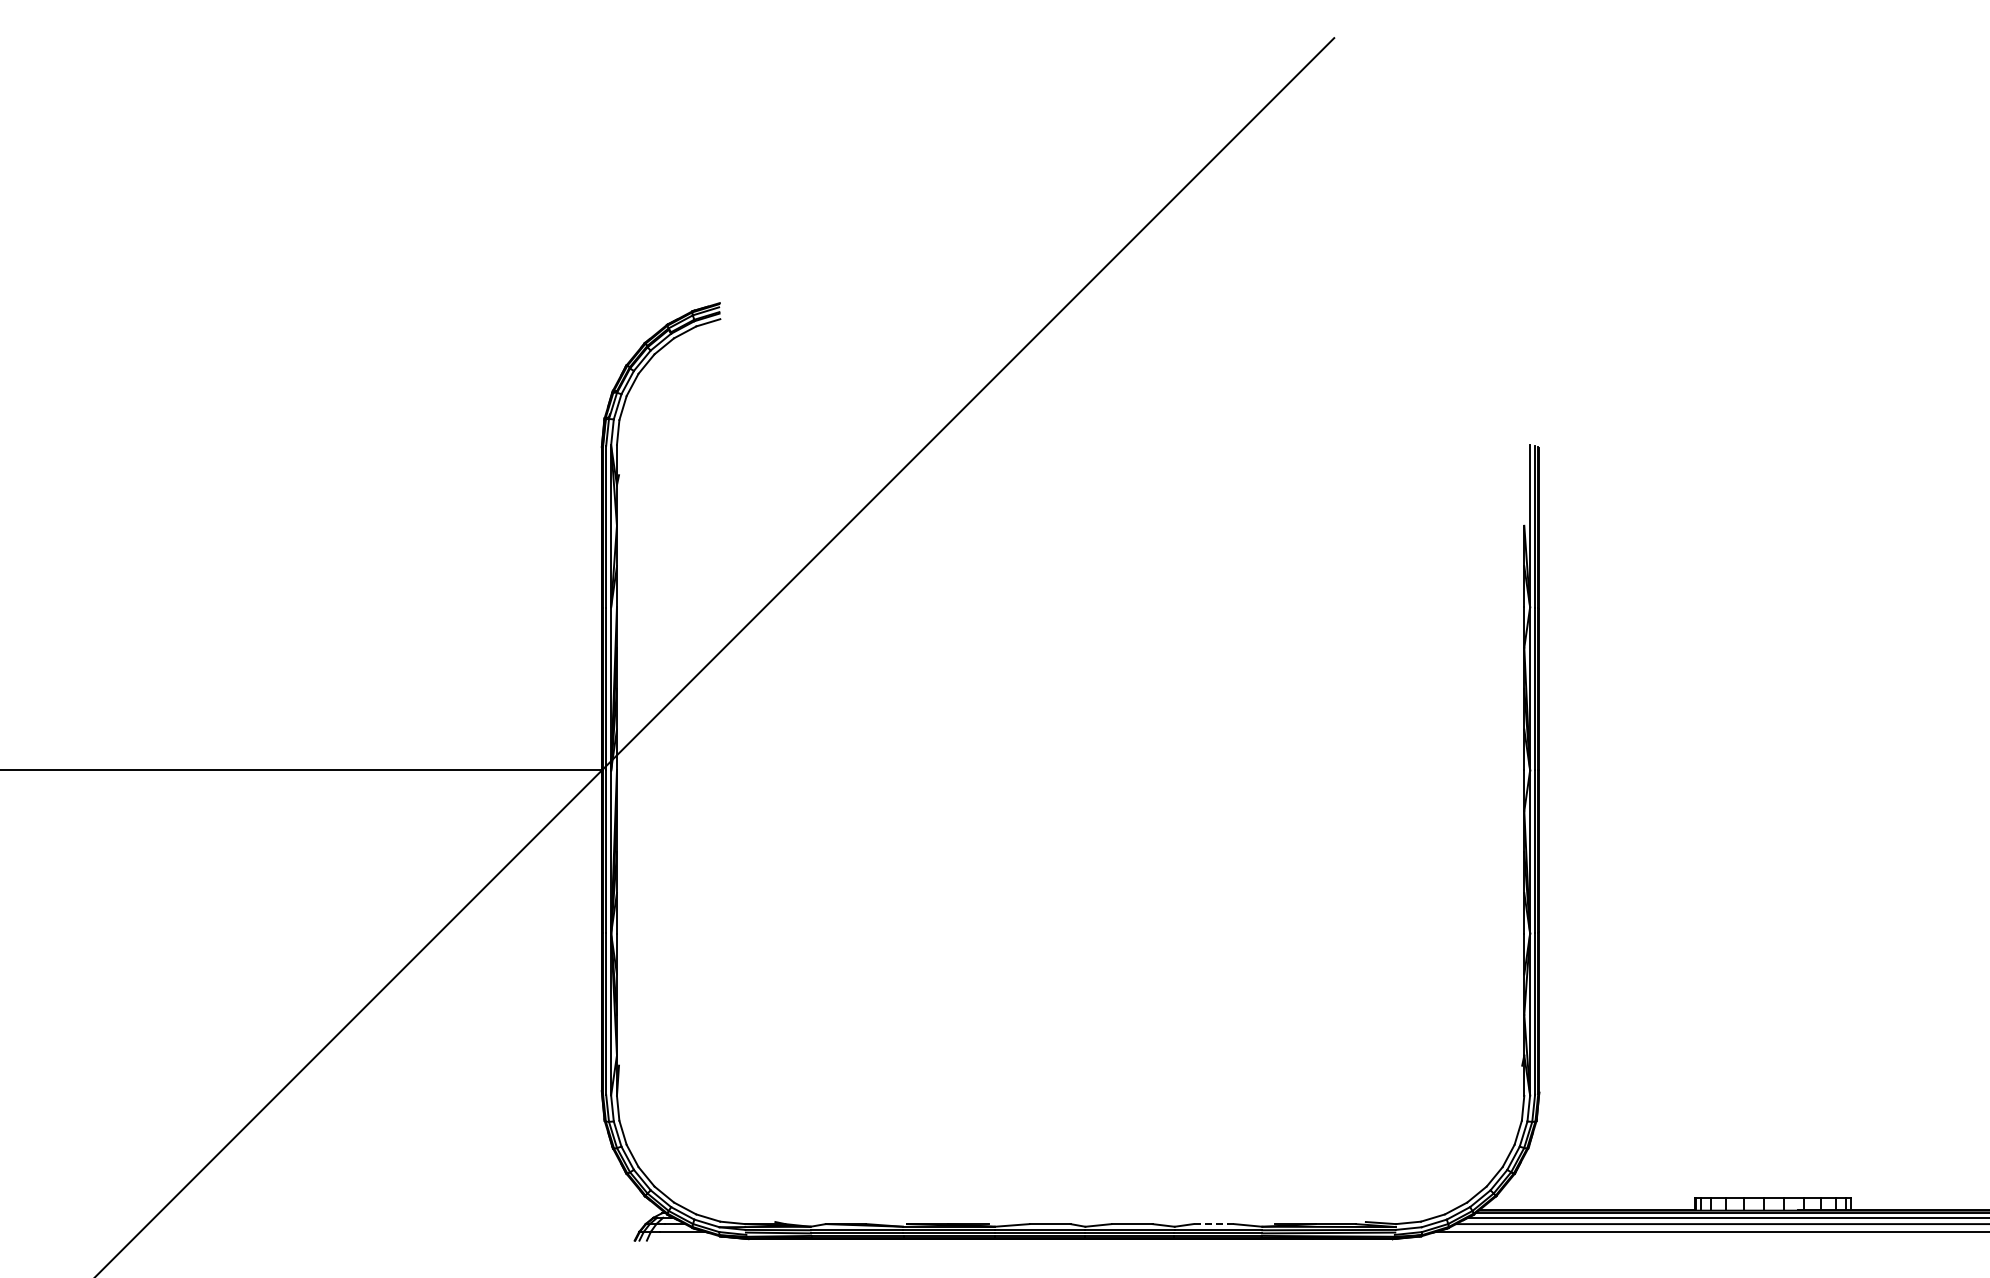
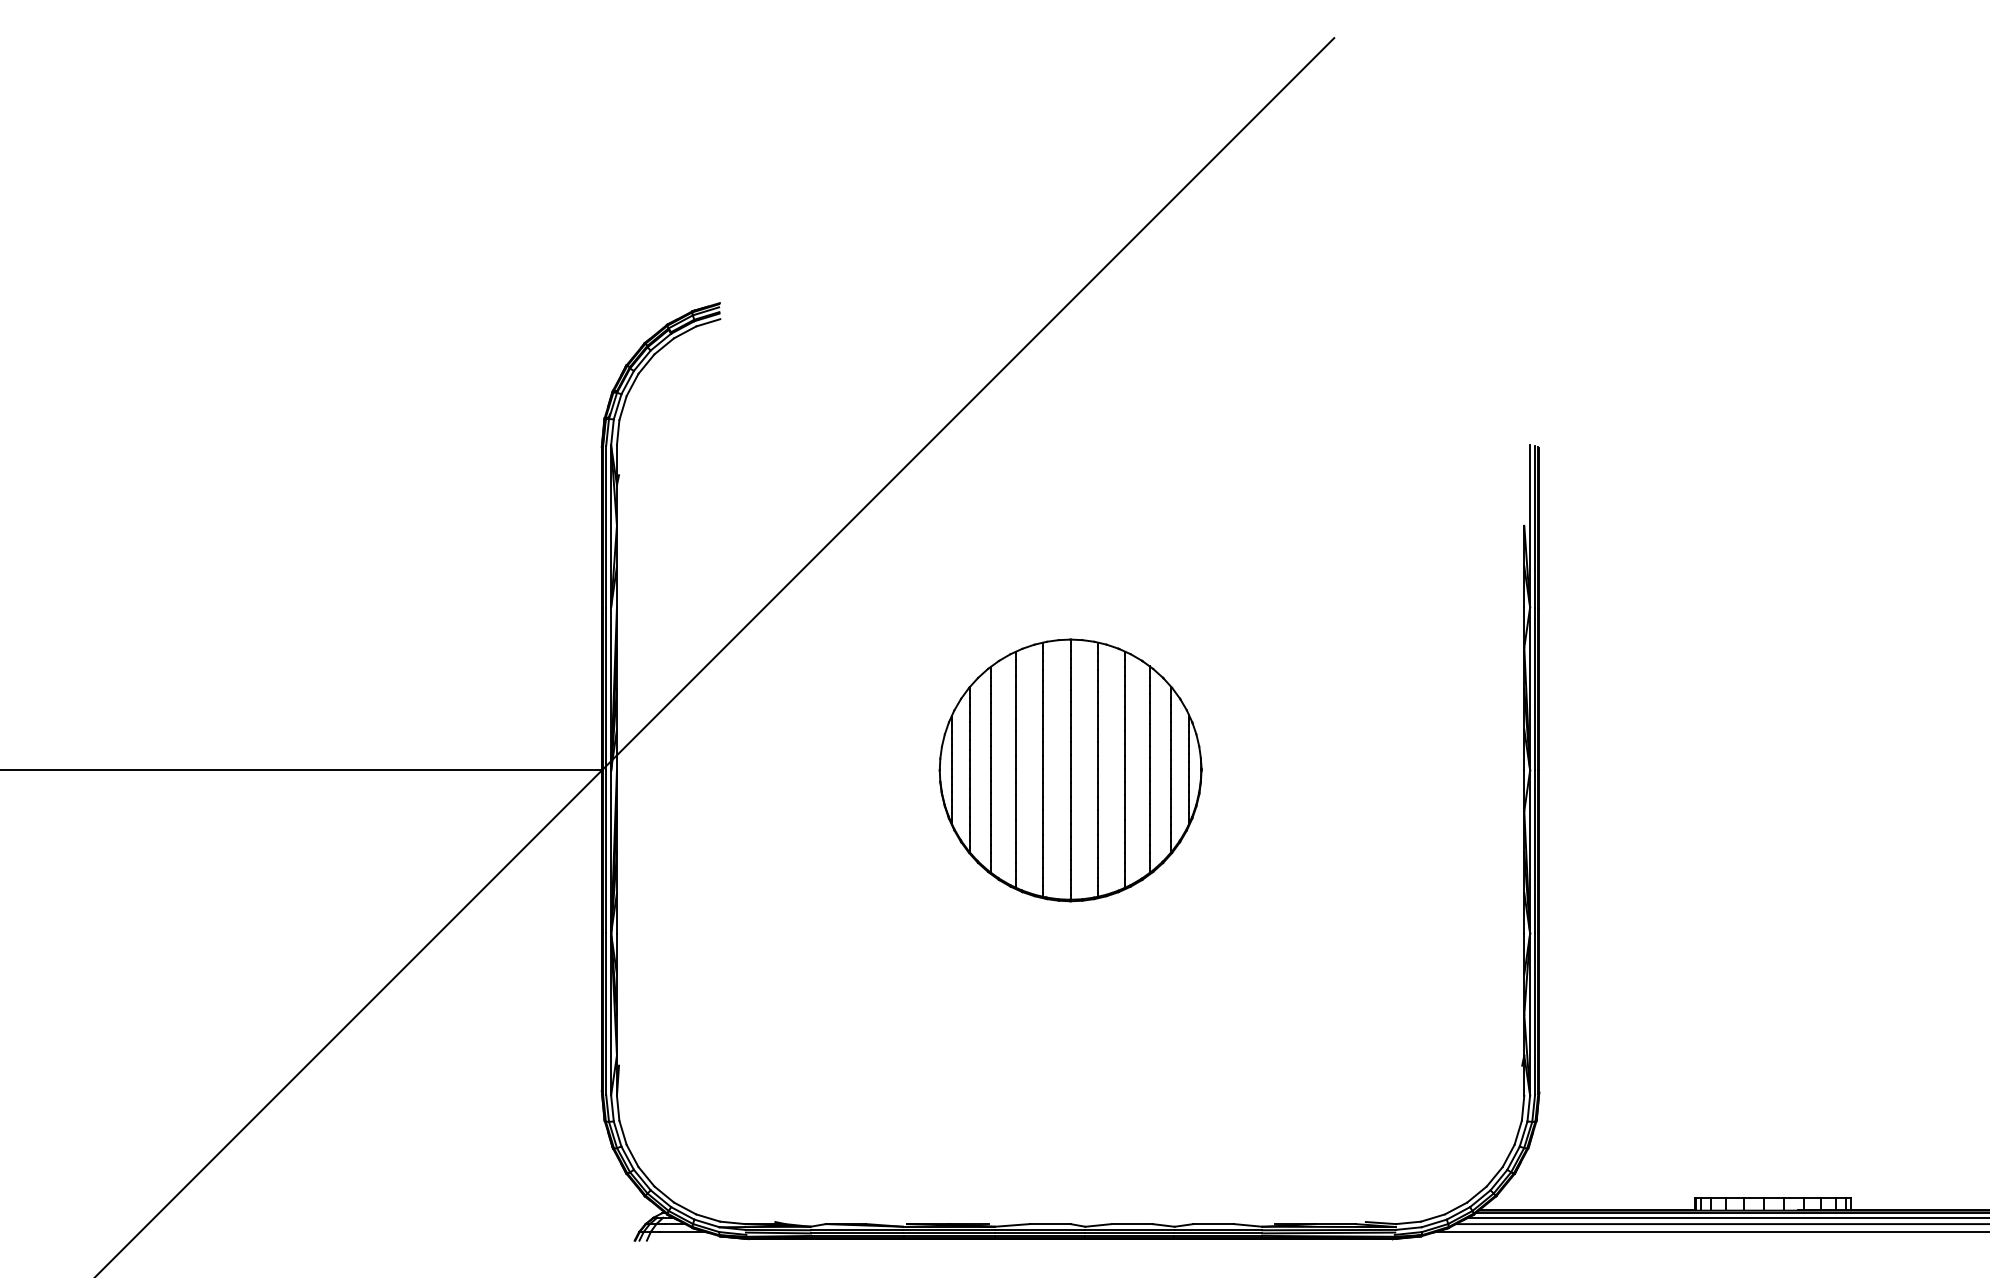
part at (1070, 770): none -> present
line at (1213, 1224): dashed -> solid
